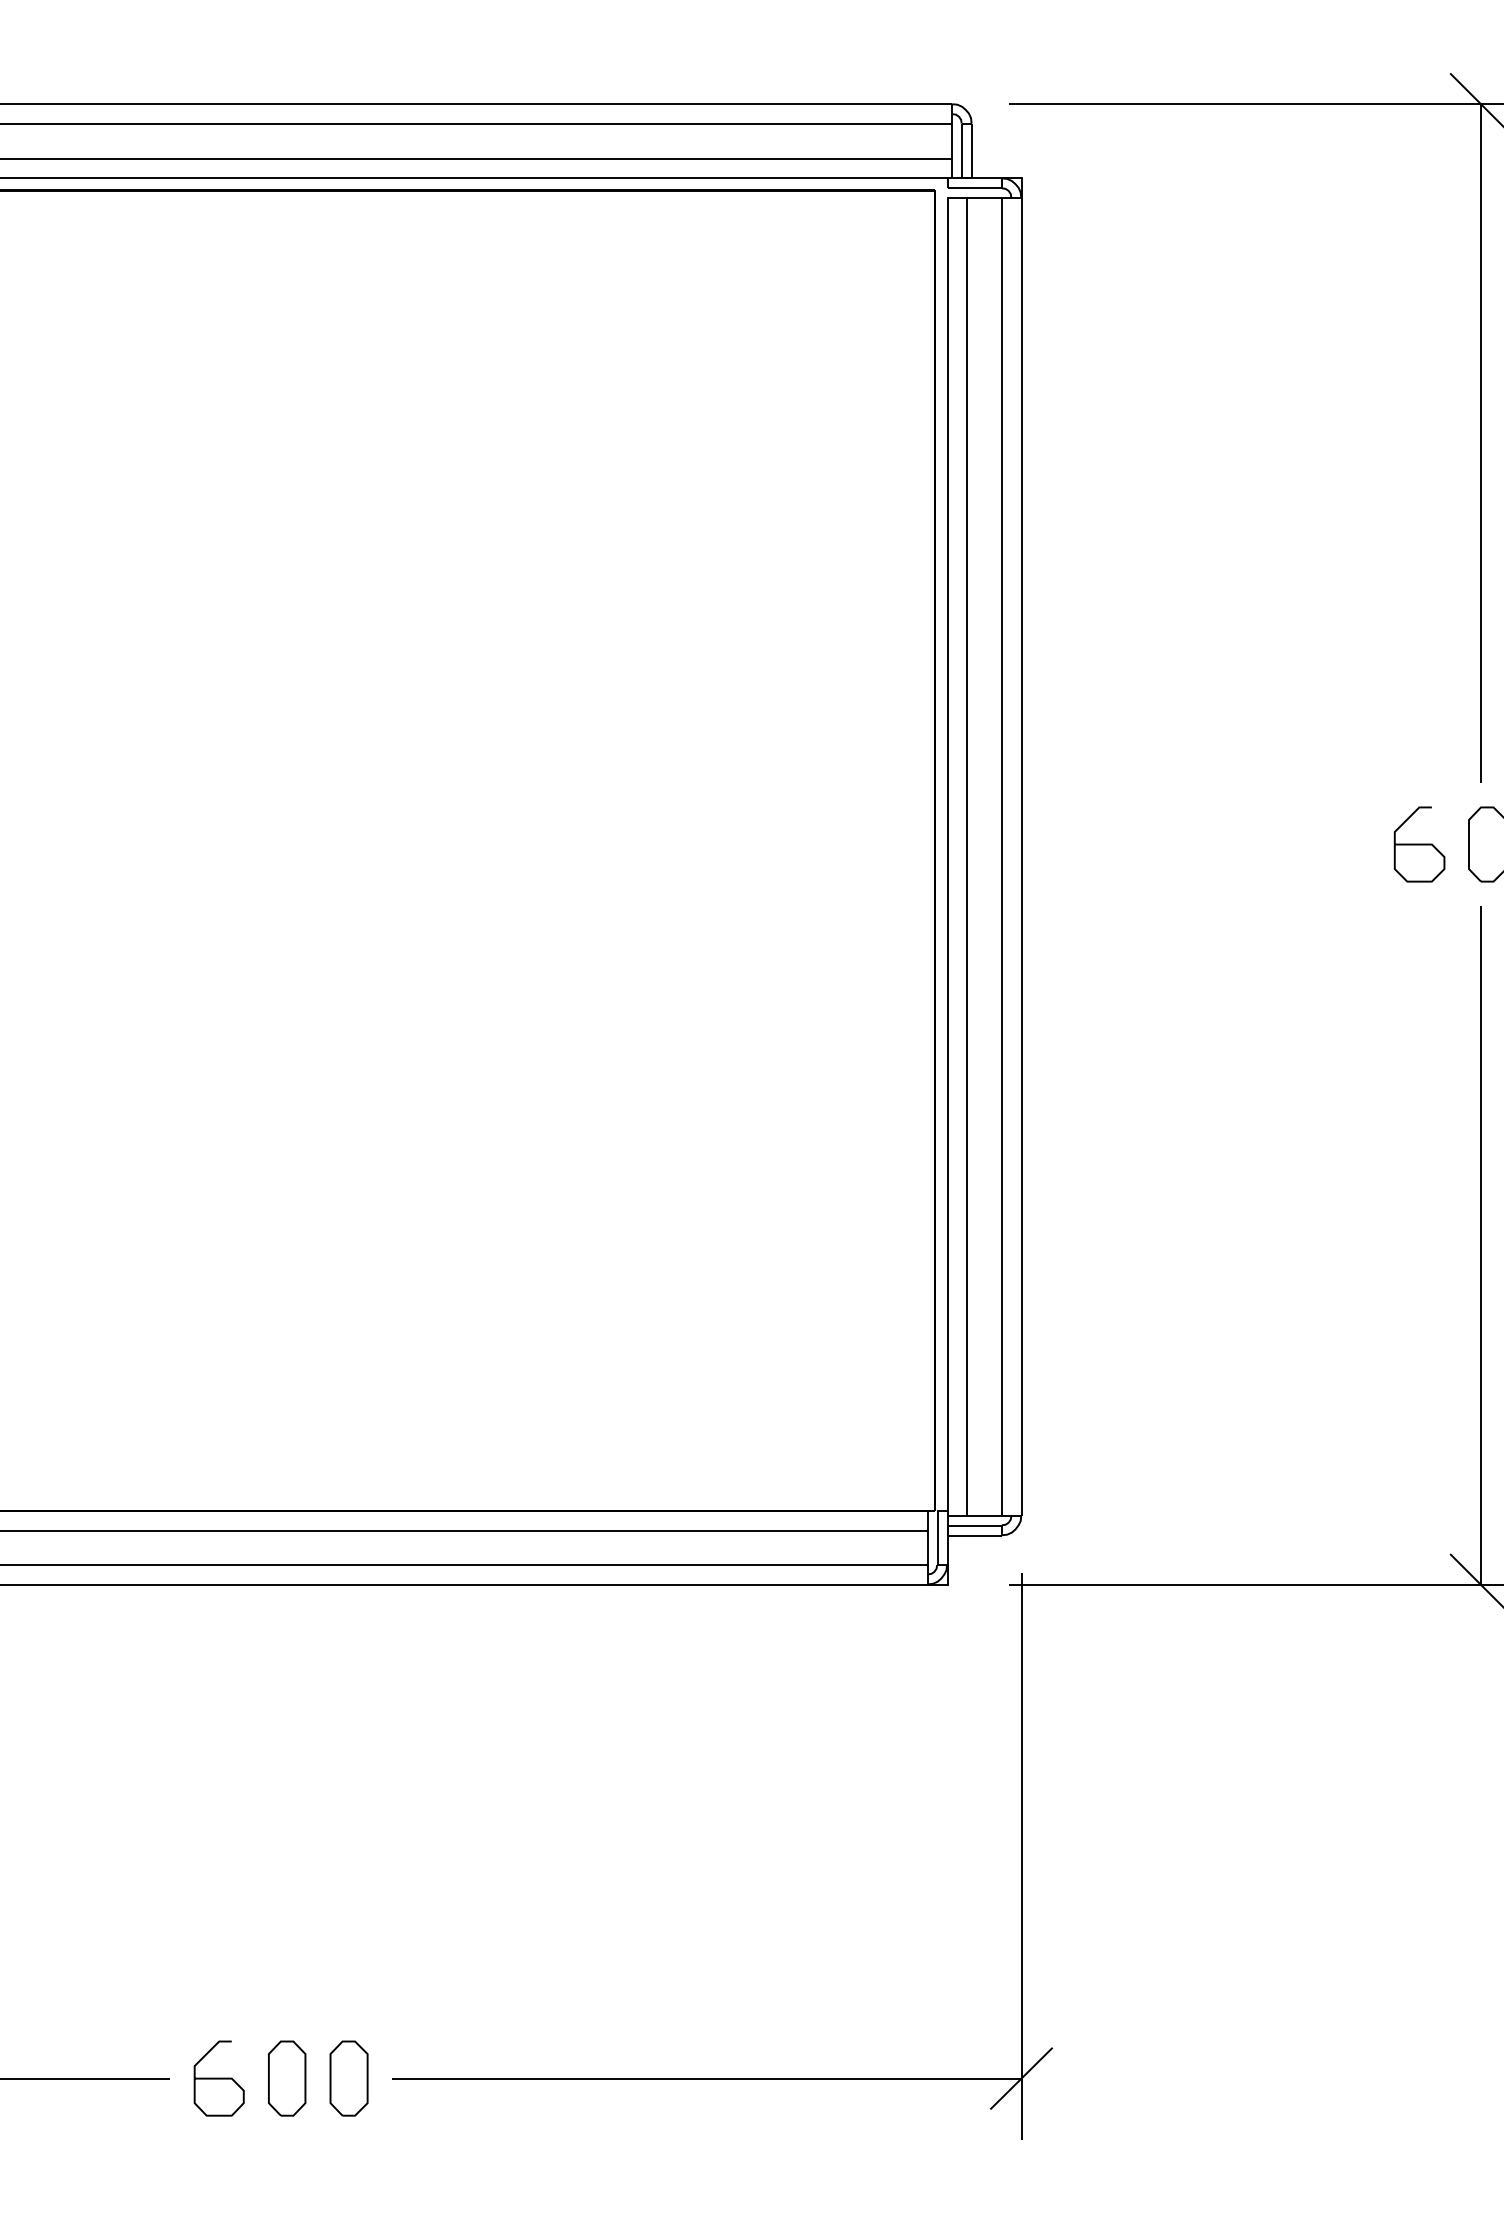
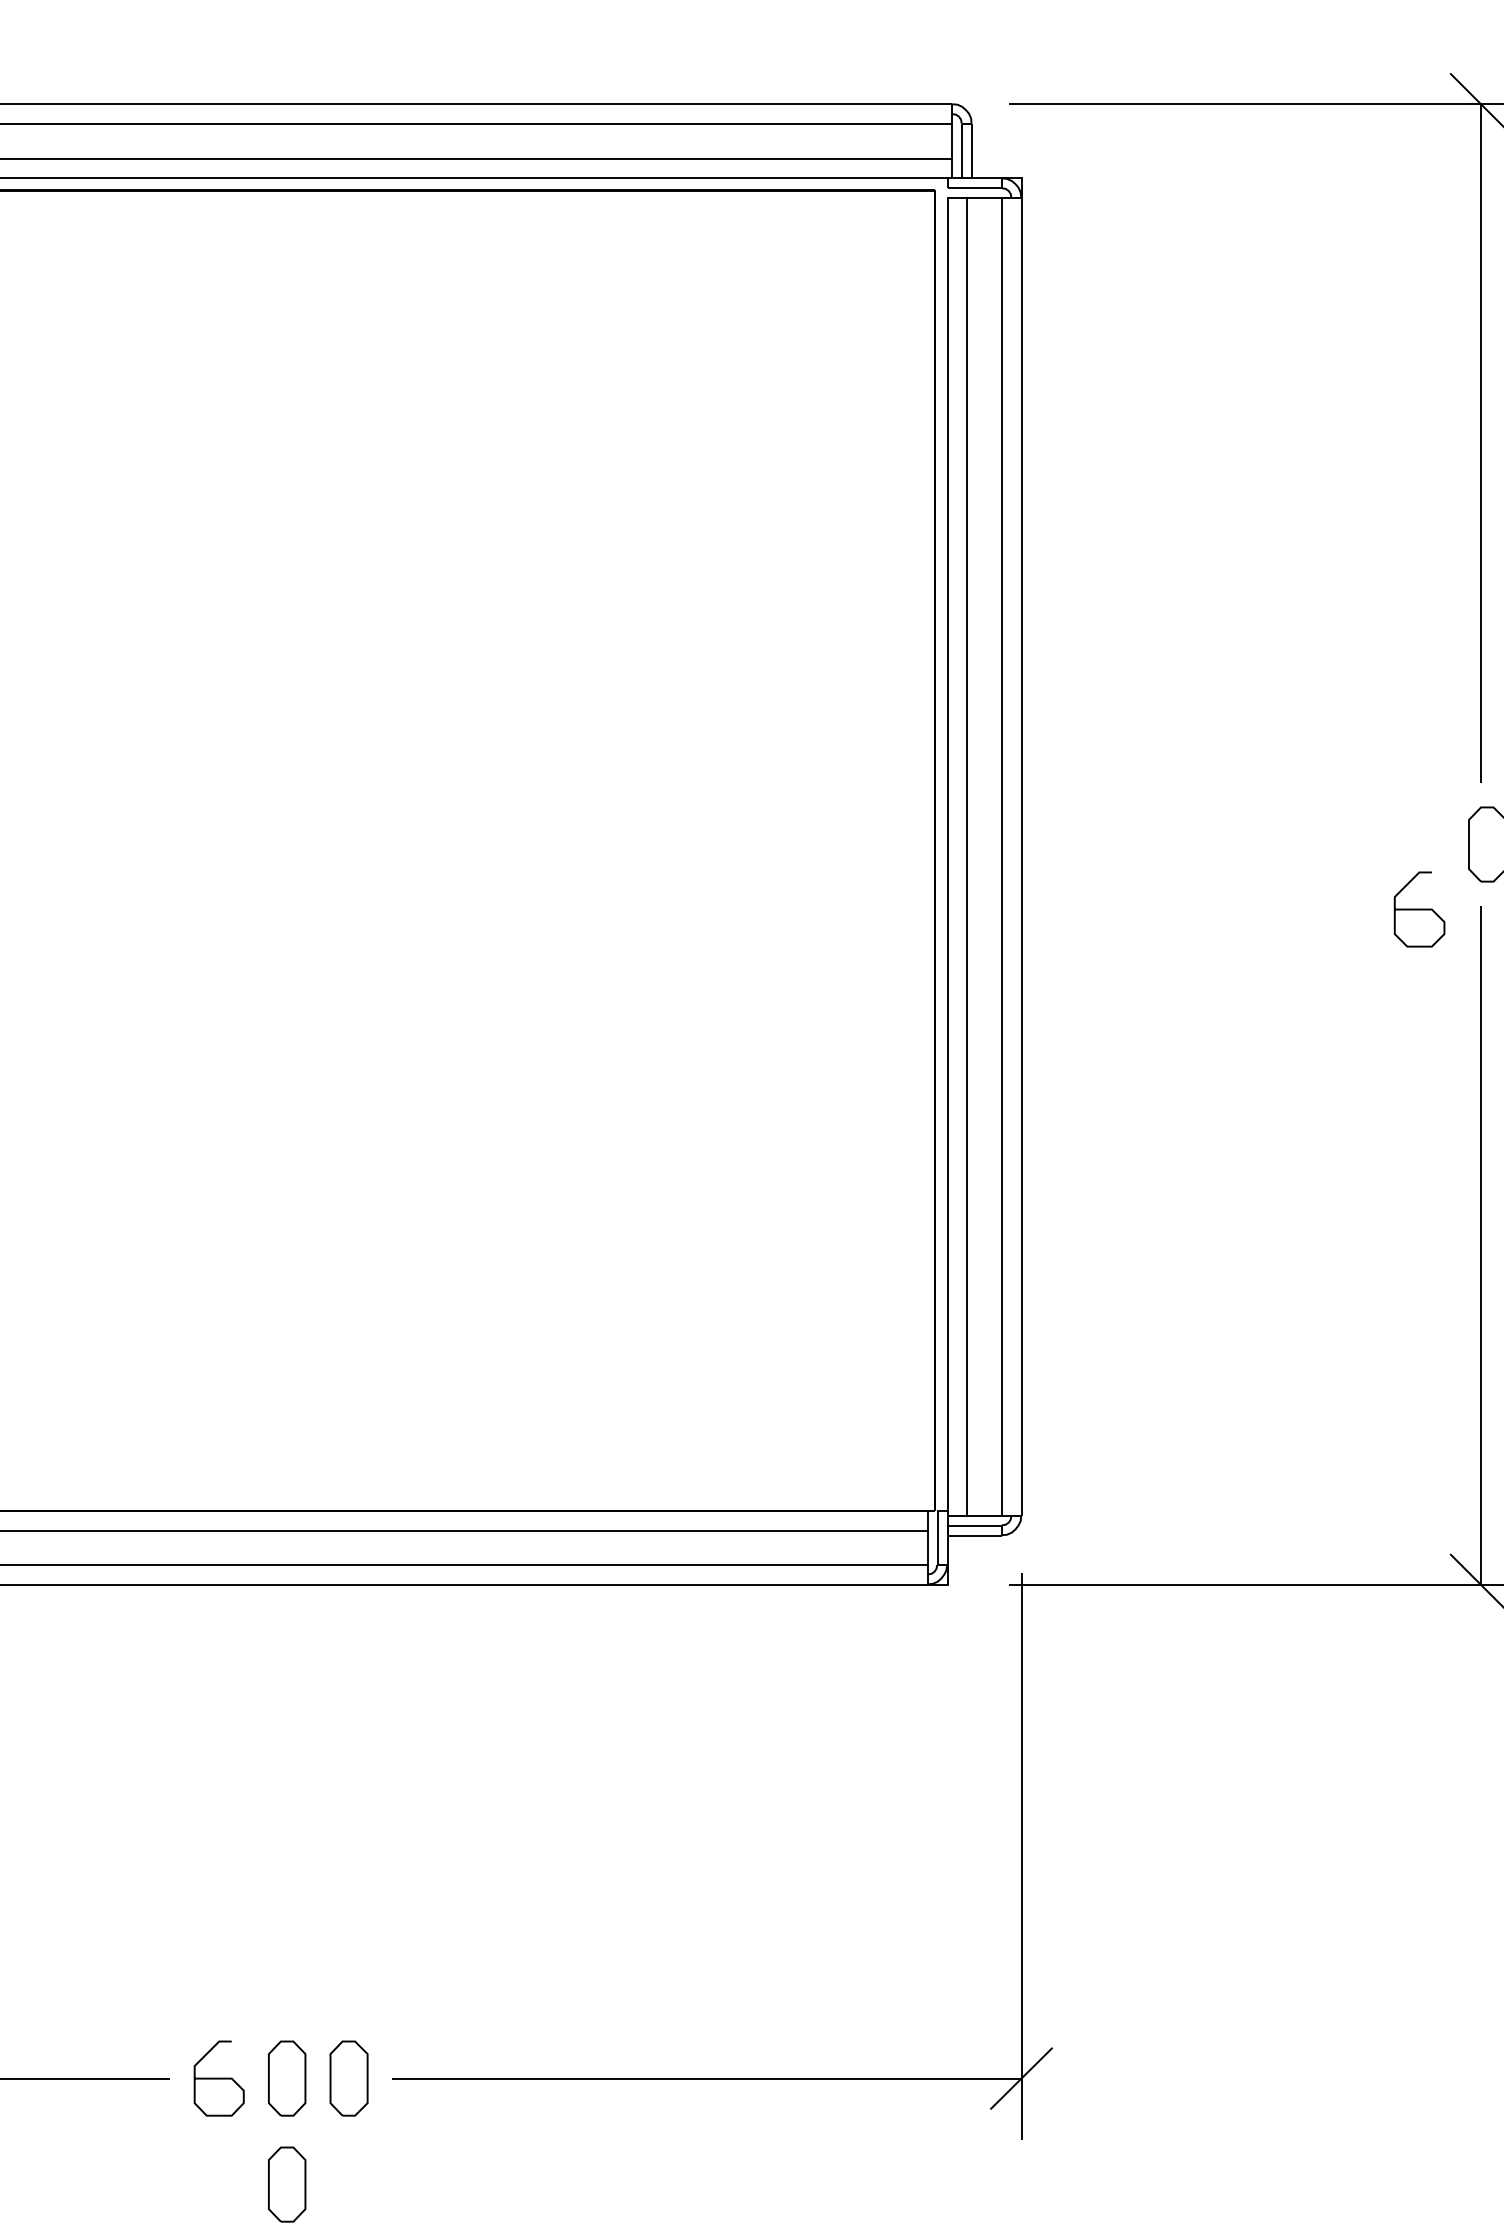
curve at (1419, 844) position: (1419, 844) -> (1419, 909)
part at (287, 2184): none -> present
